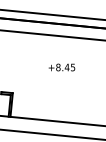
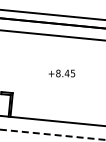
text at (61, 67) position: (61, 67) -> (61, 73)
line at (52, 134): solid -> dashed
